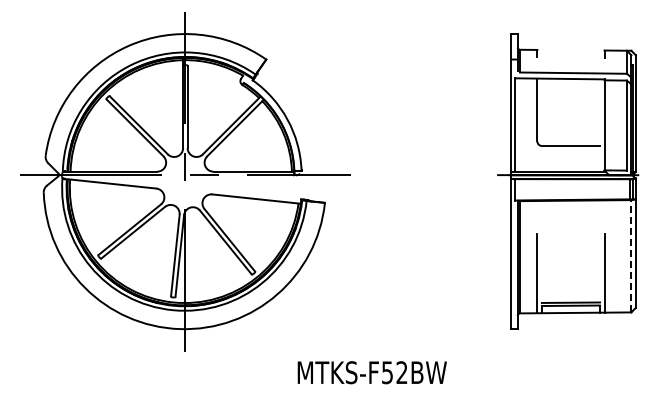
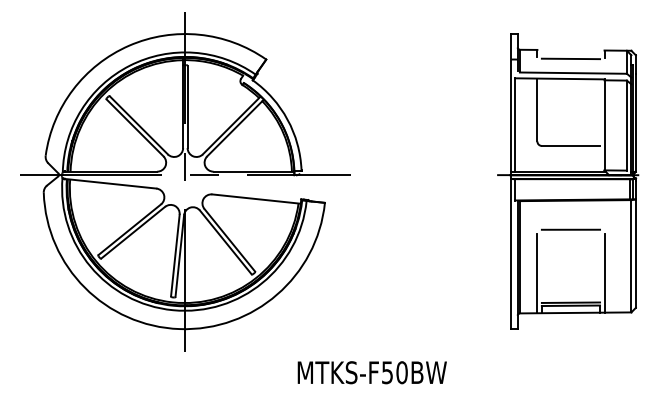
line at (570, 58): none -> present
line at (570, 229): none -> present
line at (631, 255): dashed -> solid
text at (401, 372): MTKS-F52BW -> MTKS-F50BW
